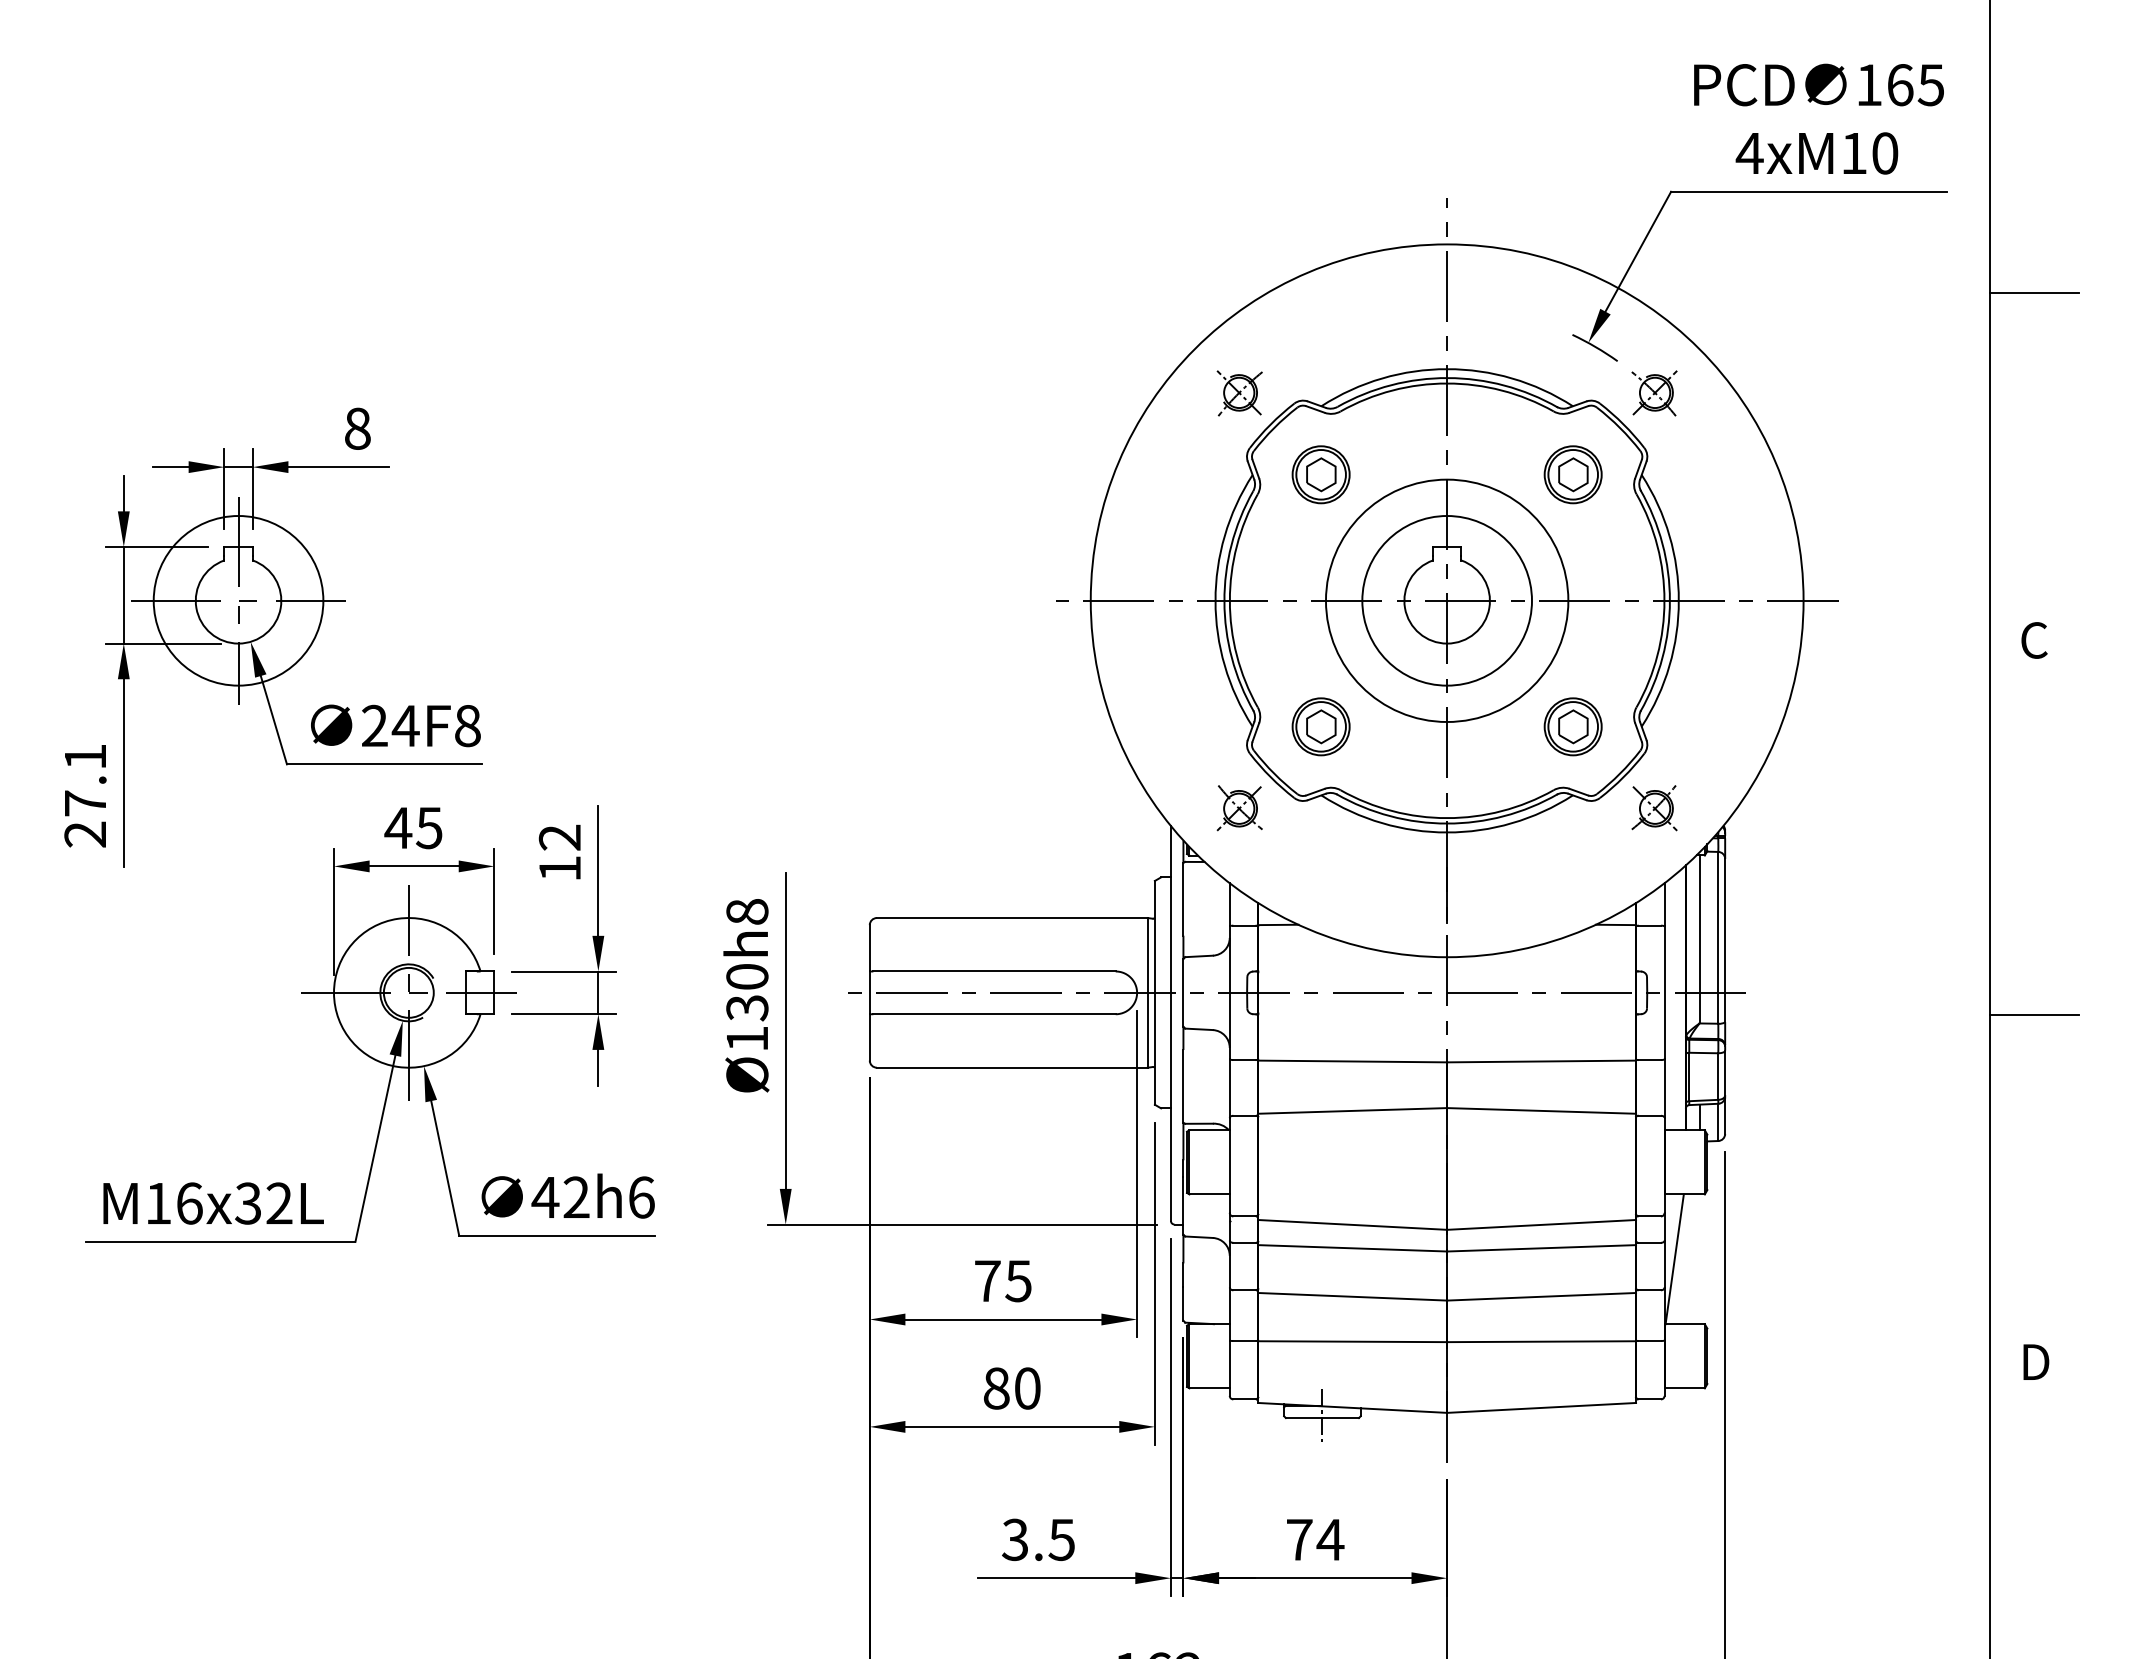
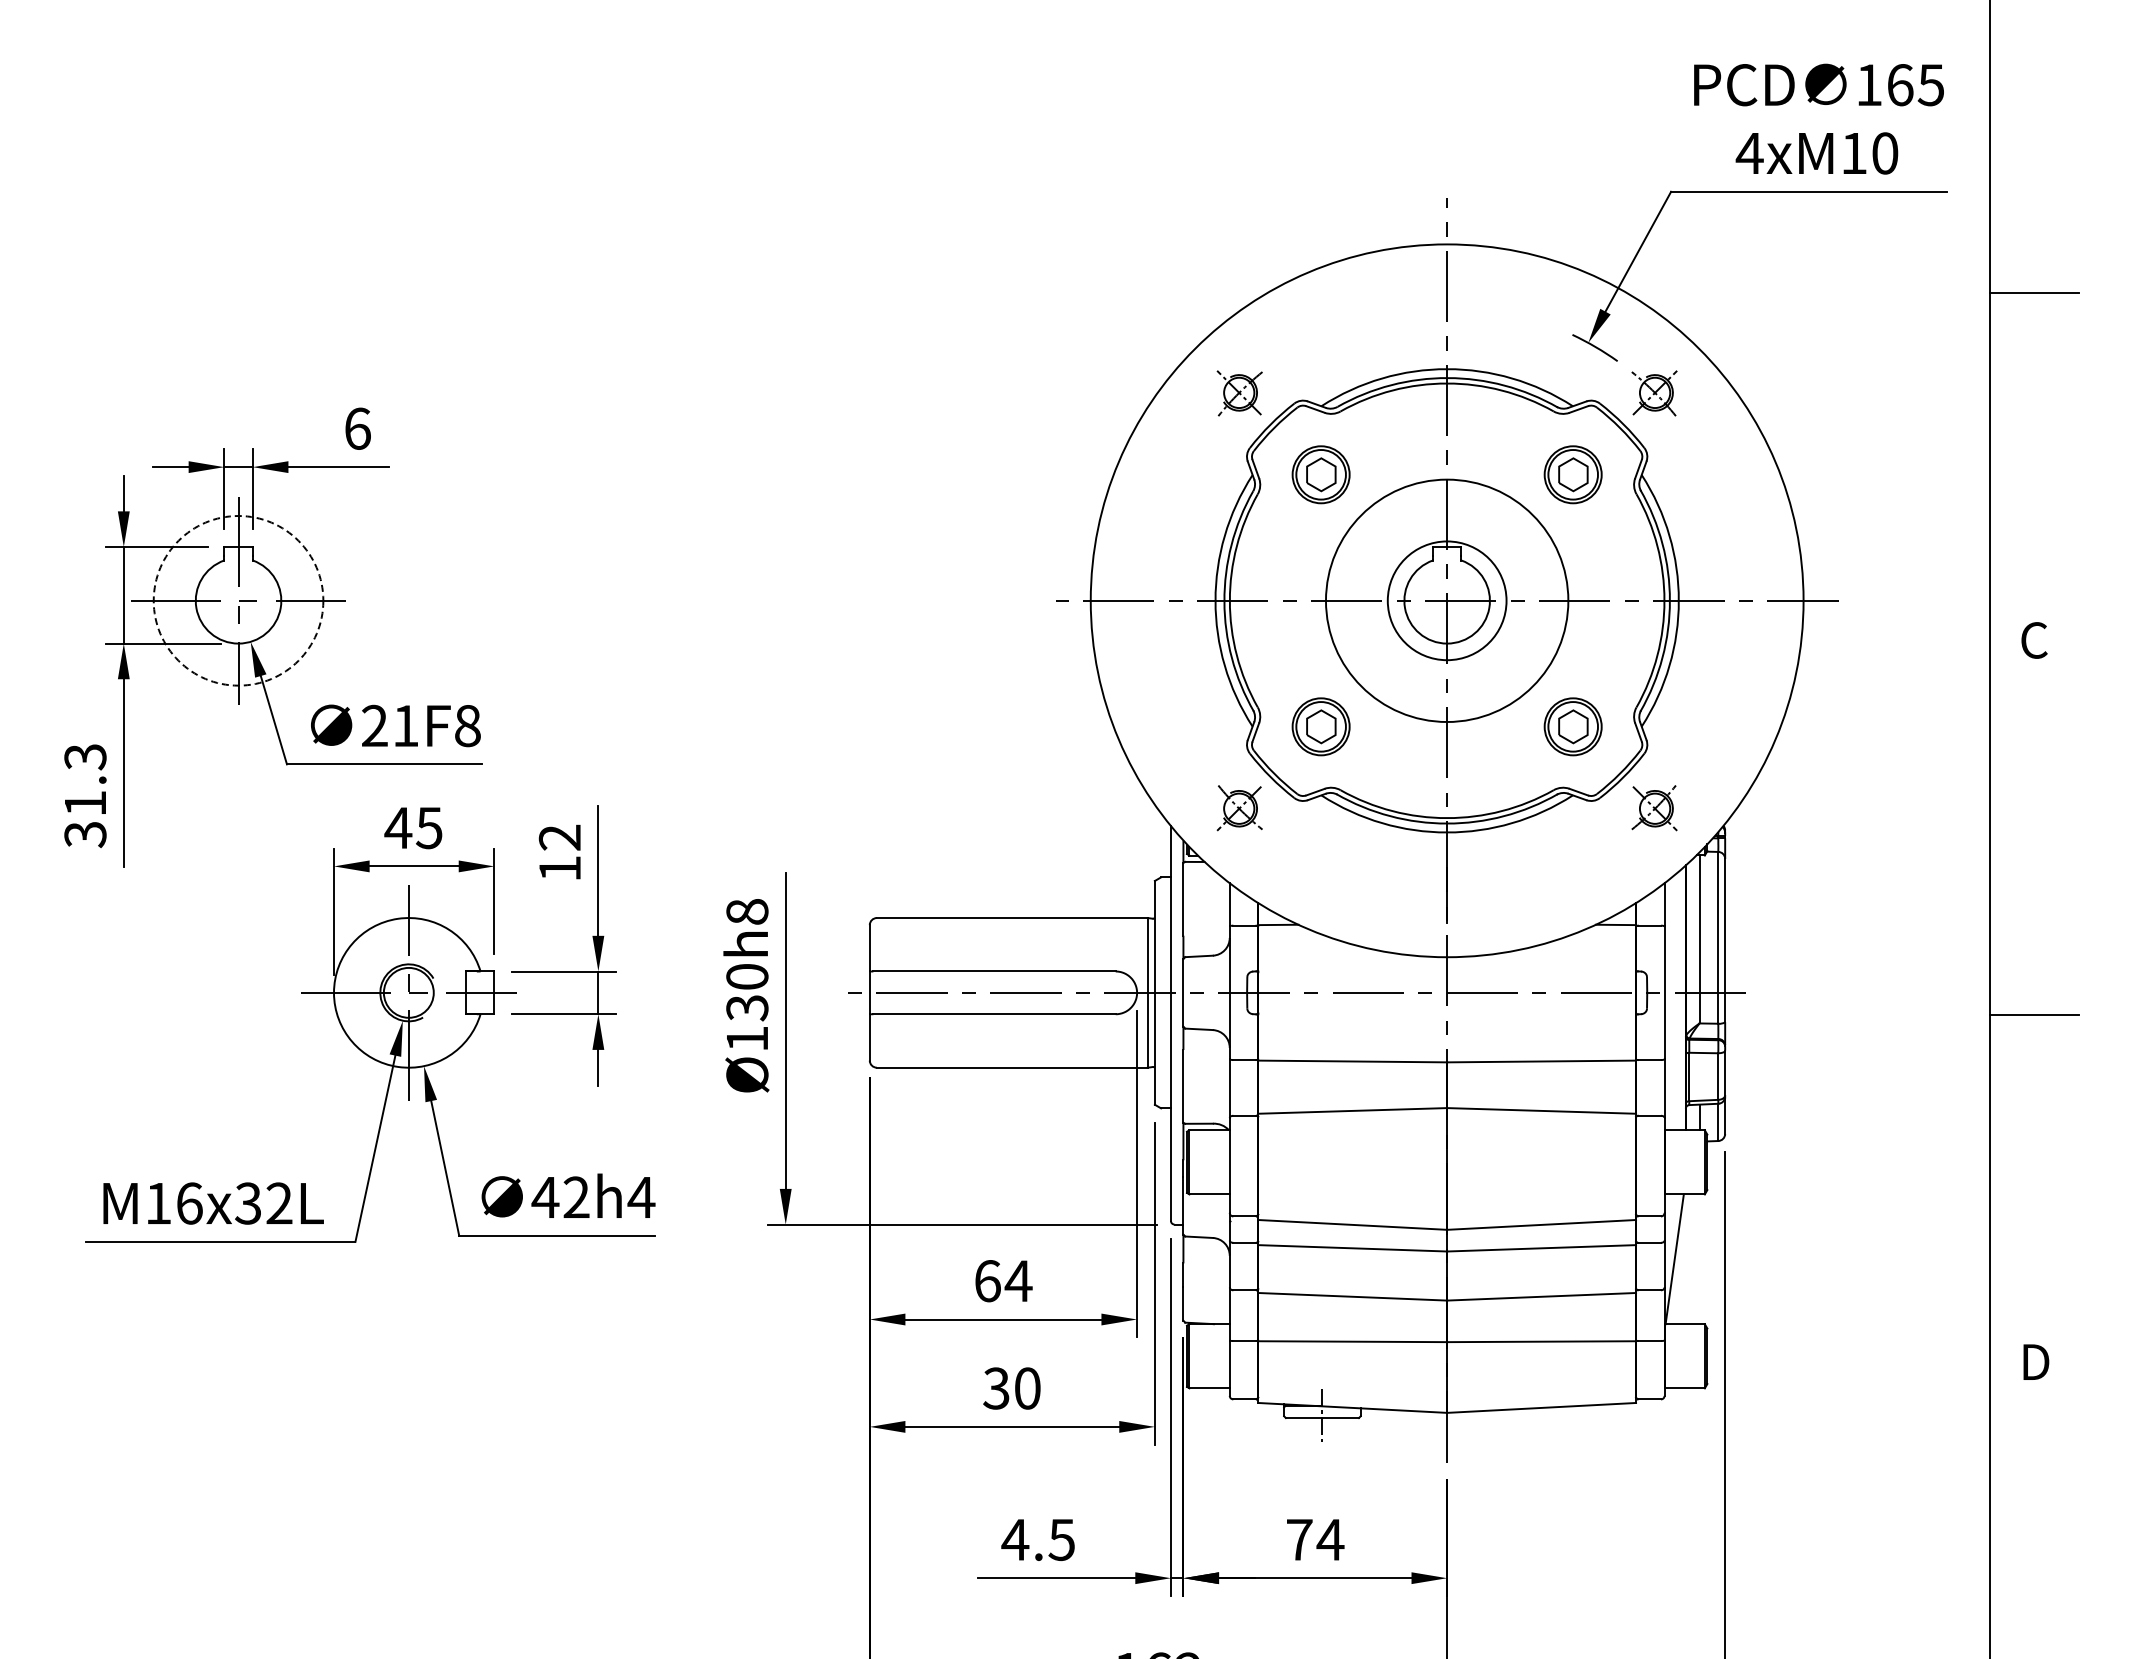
text at (357, 428): 8 -> 6
circle at (238, 600): solid -> dashed
circle at (1446, 600) diameter: 170 px -> 119 px
text at (405, 725): 24F8 -> 21F8
text at (85, 796): 27.1 -> 31.3
text at (641, 1197): 42h6 -> 42h4
text at (1003, 1281): 75 -> 64
text at (996, 1388): 80 -> 30
text at (1015, 1539): 3.5 -> 4.5
